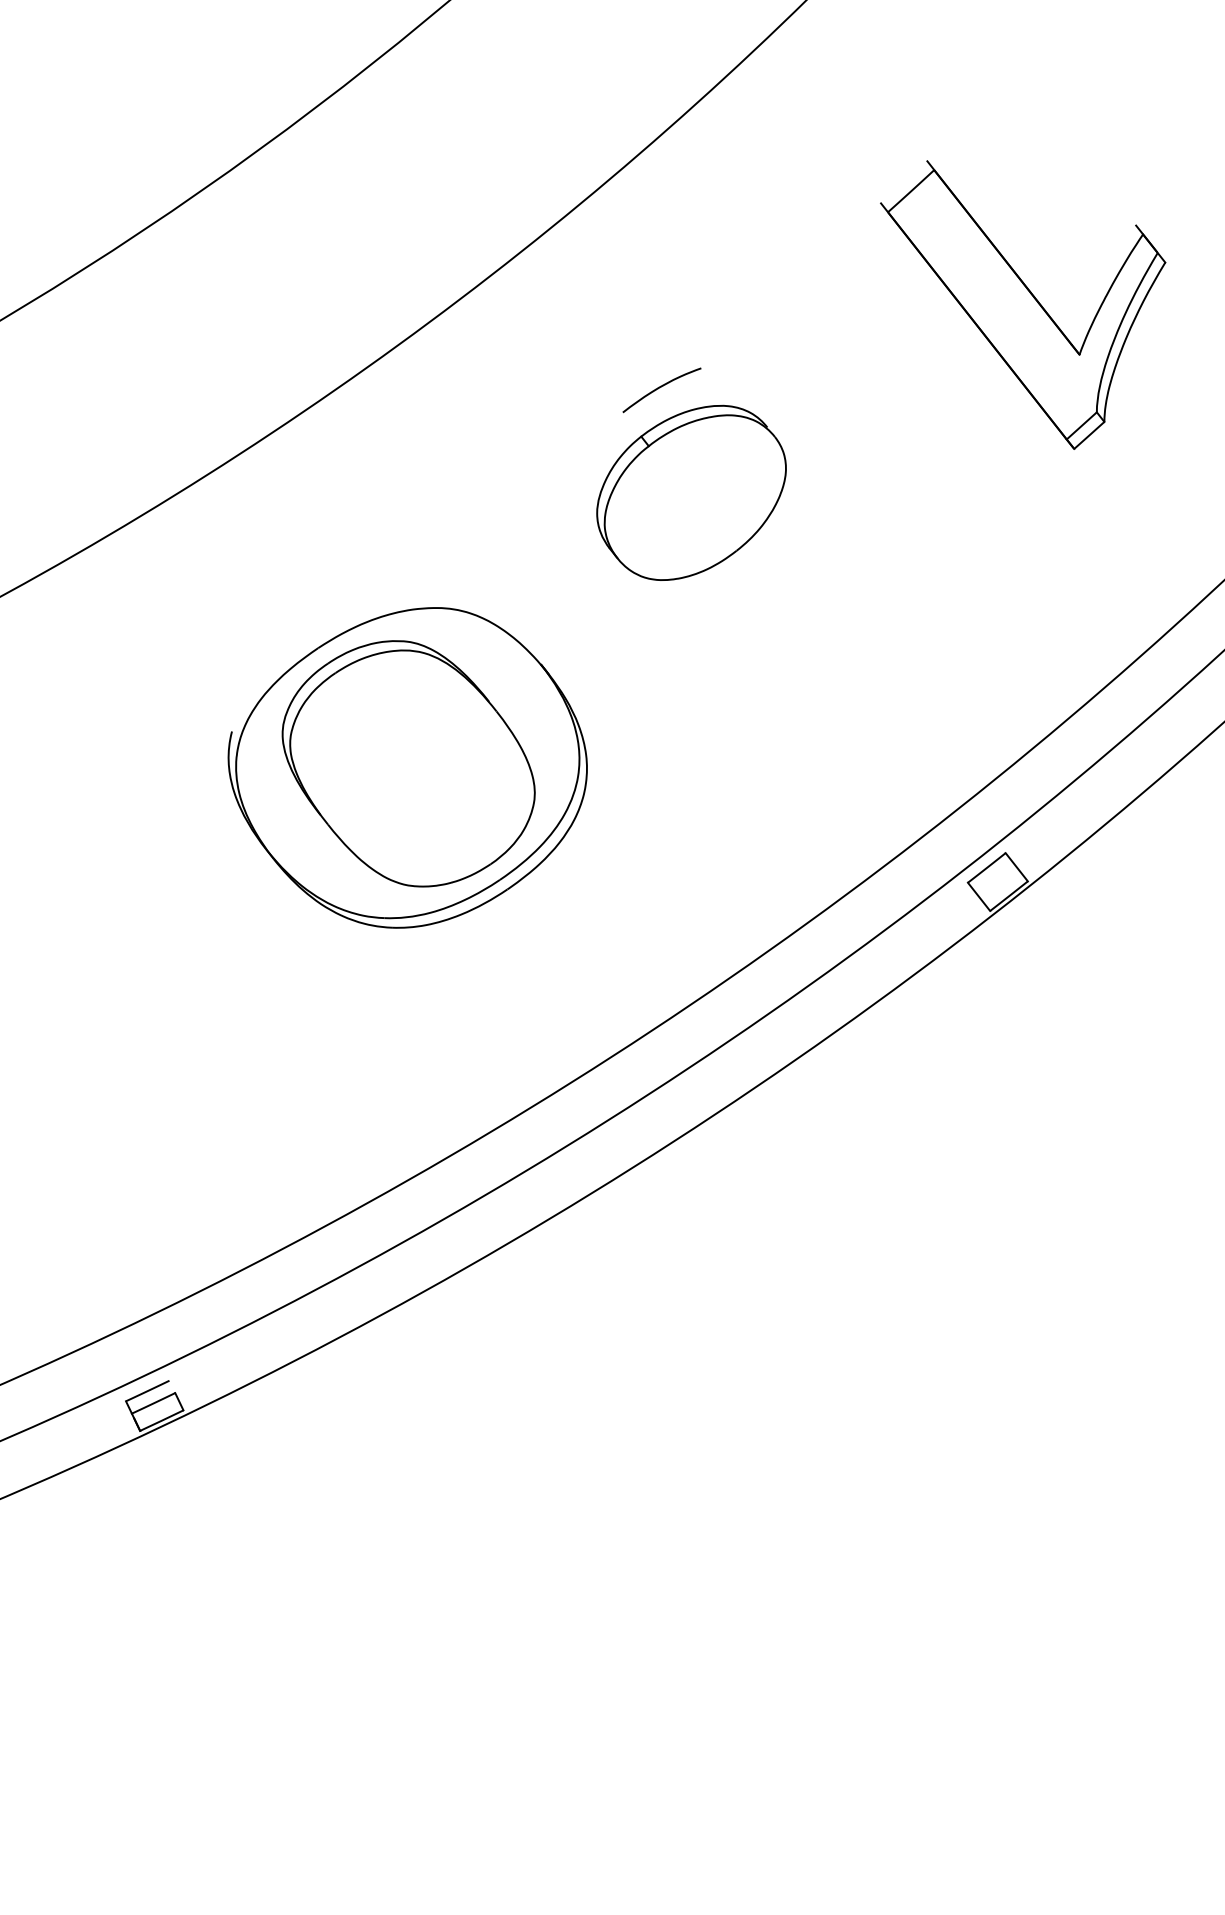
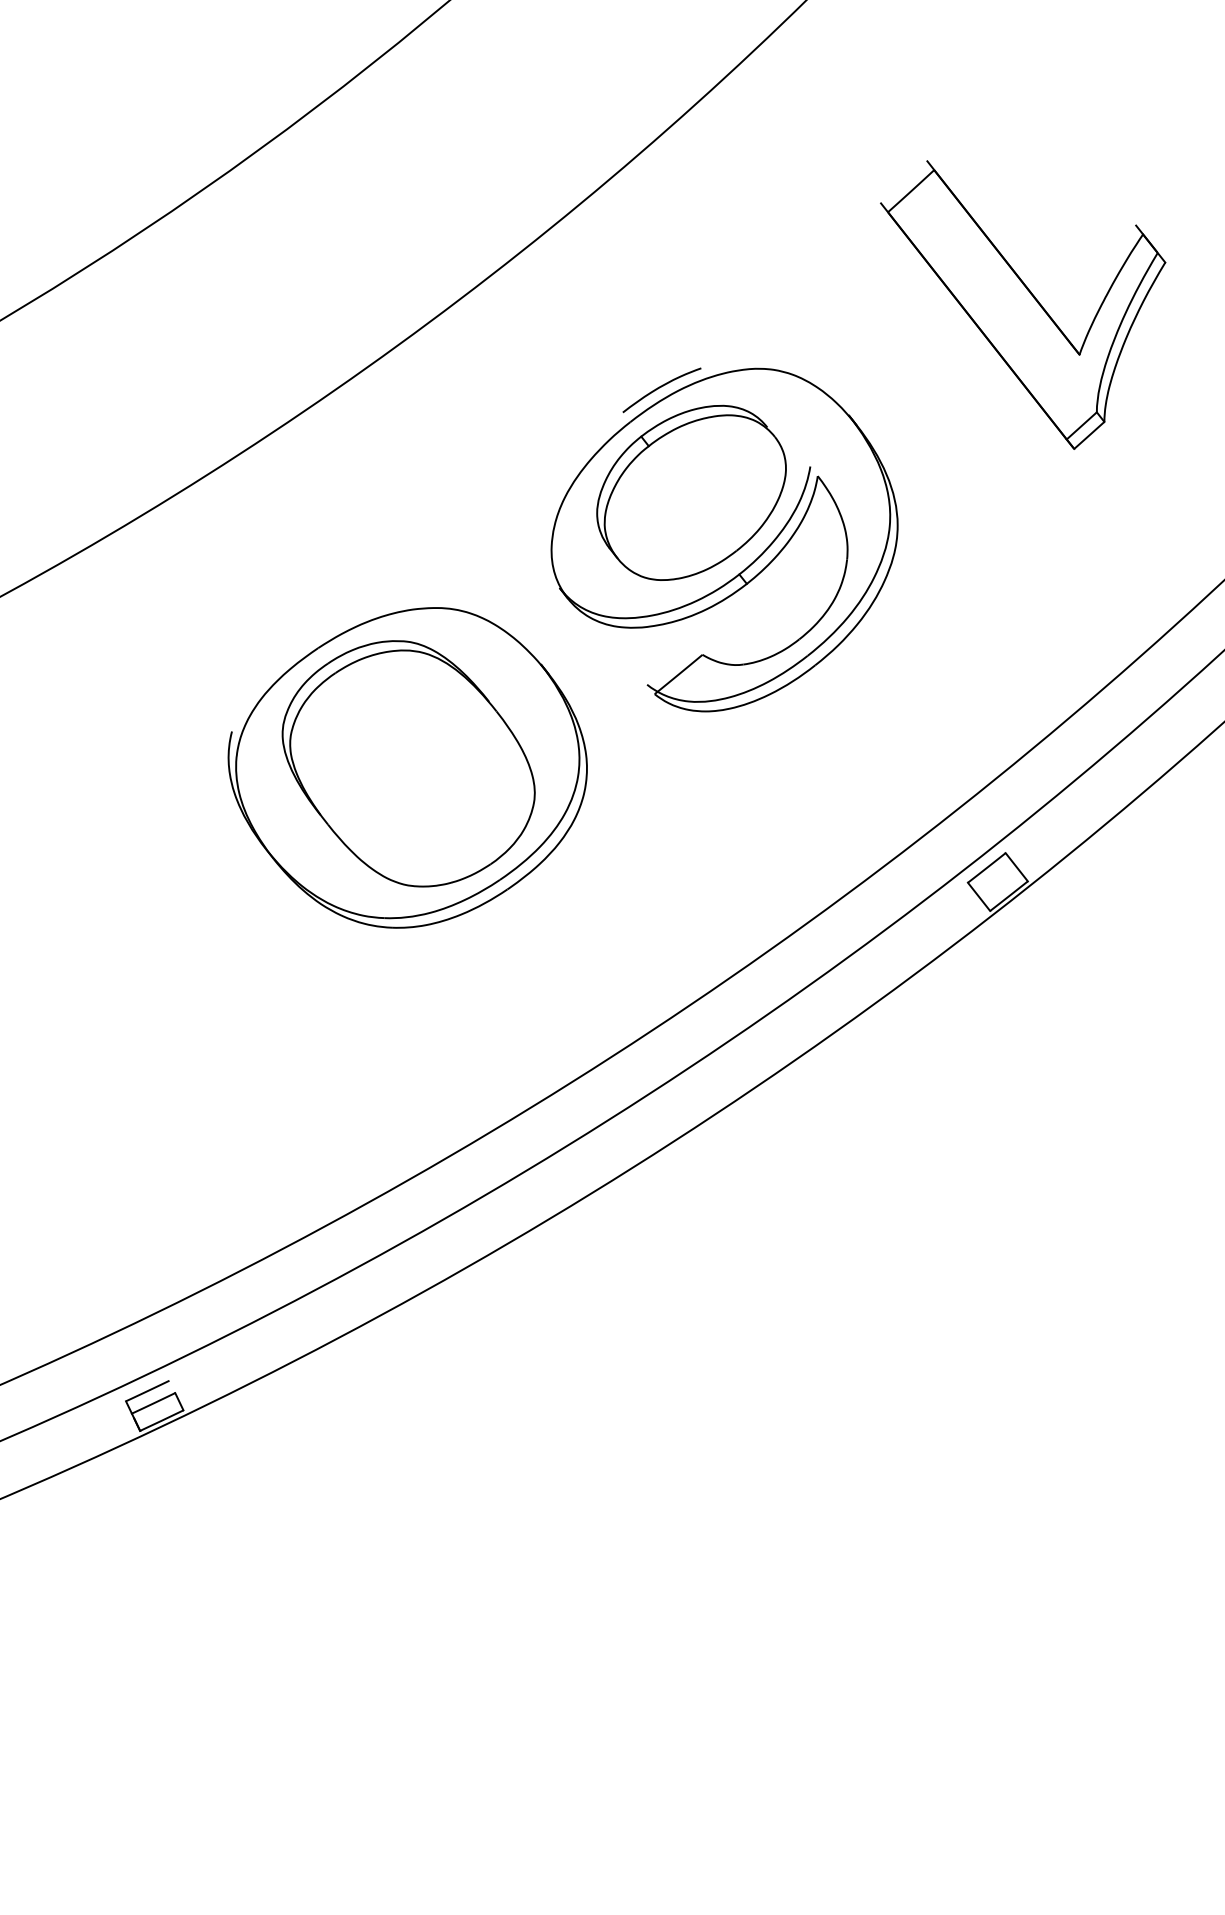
part at (724, 539): none -> present
